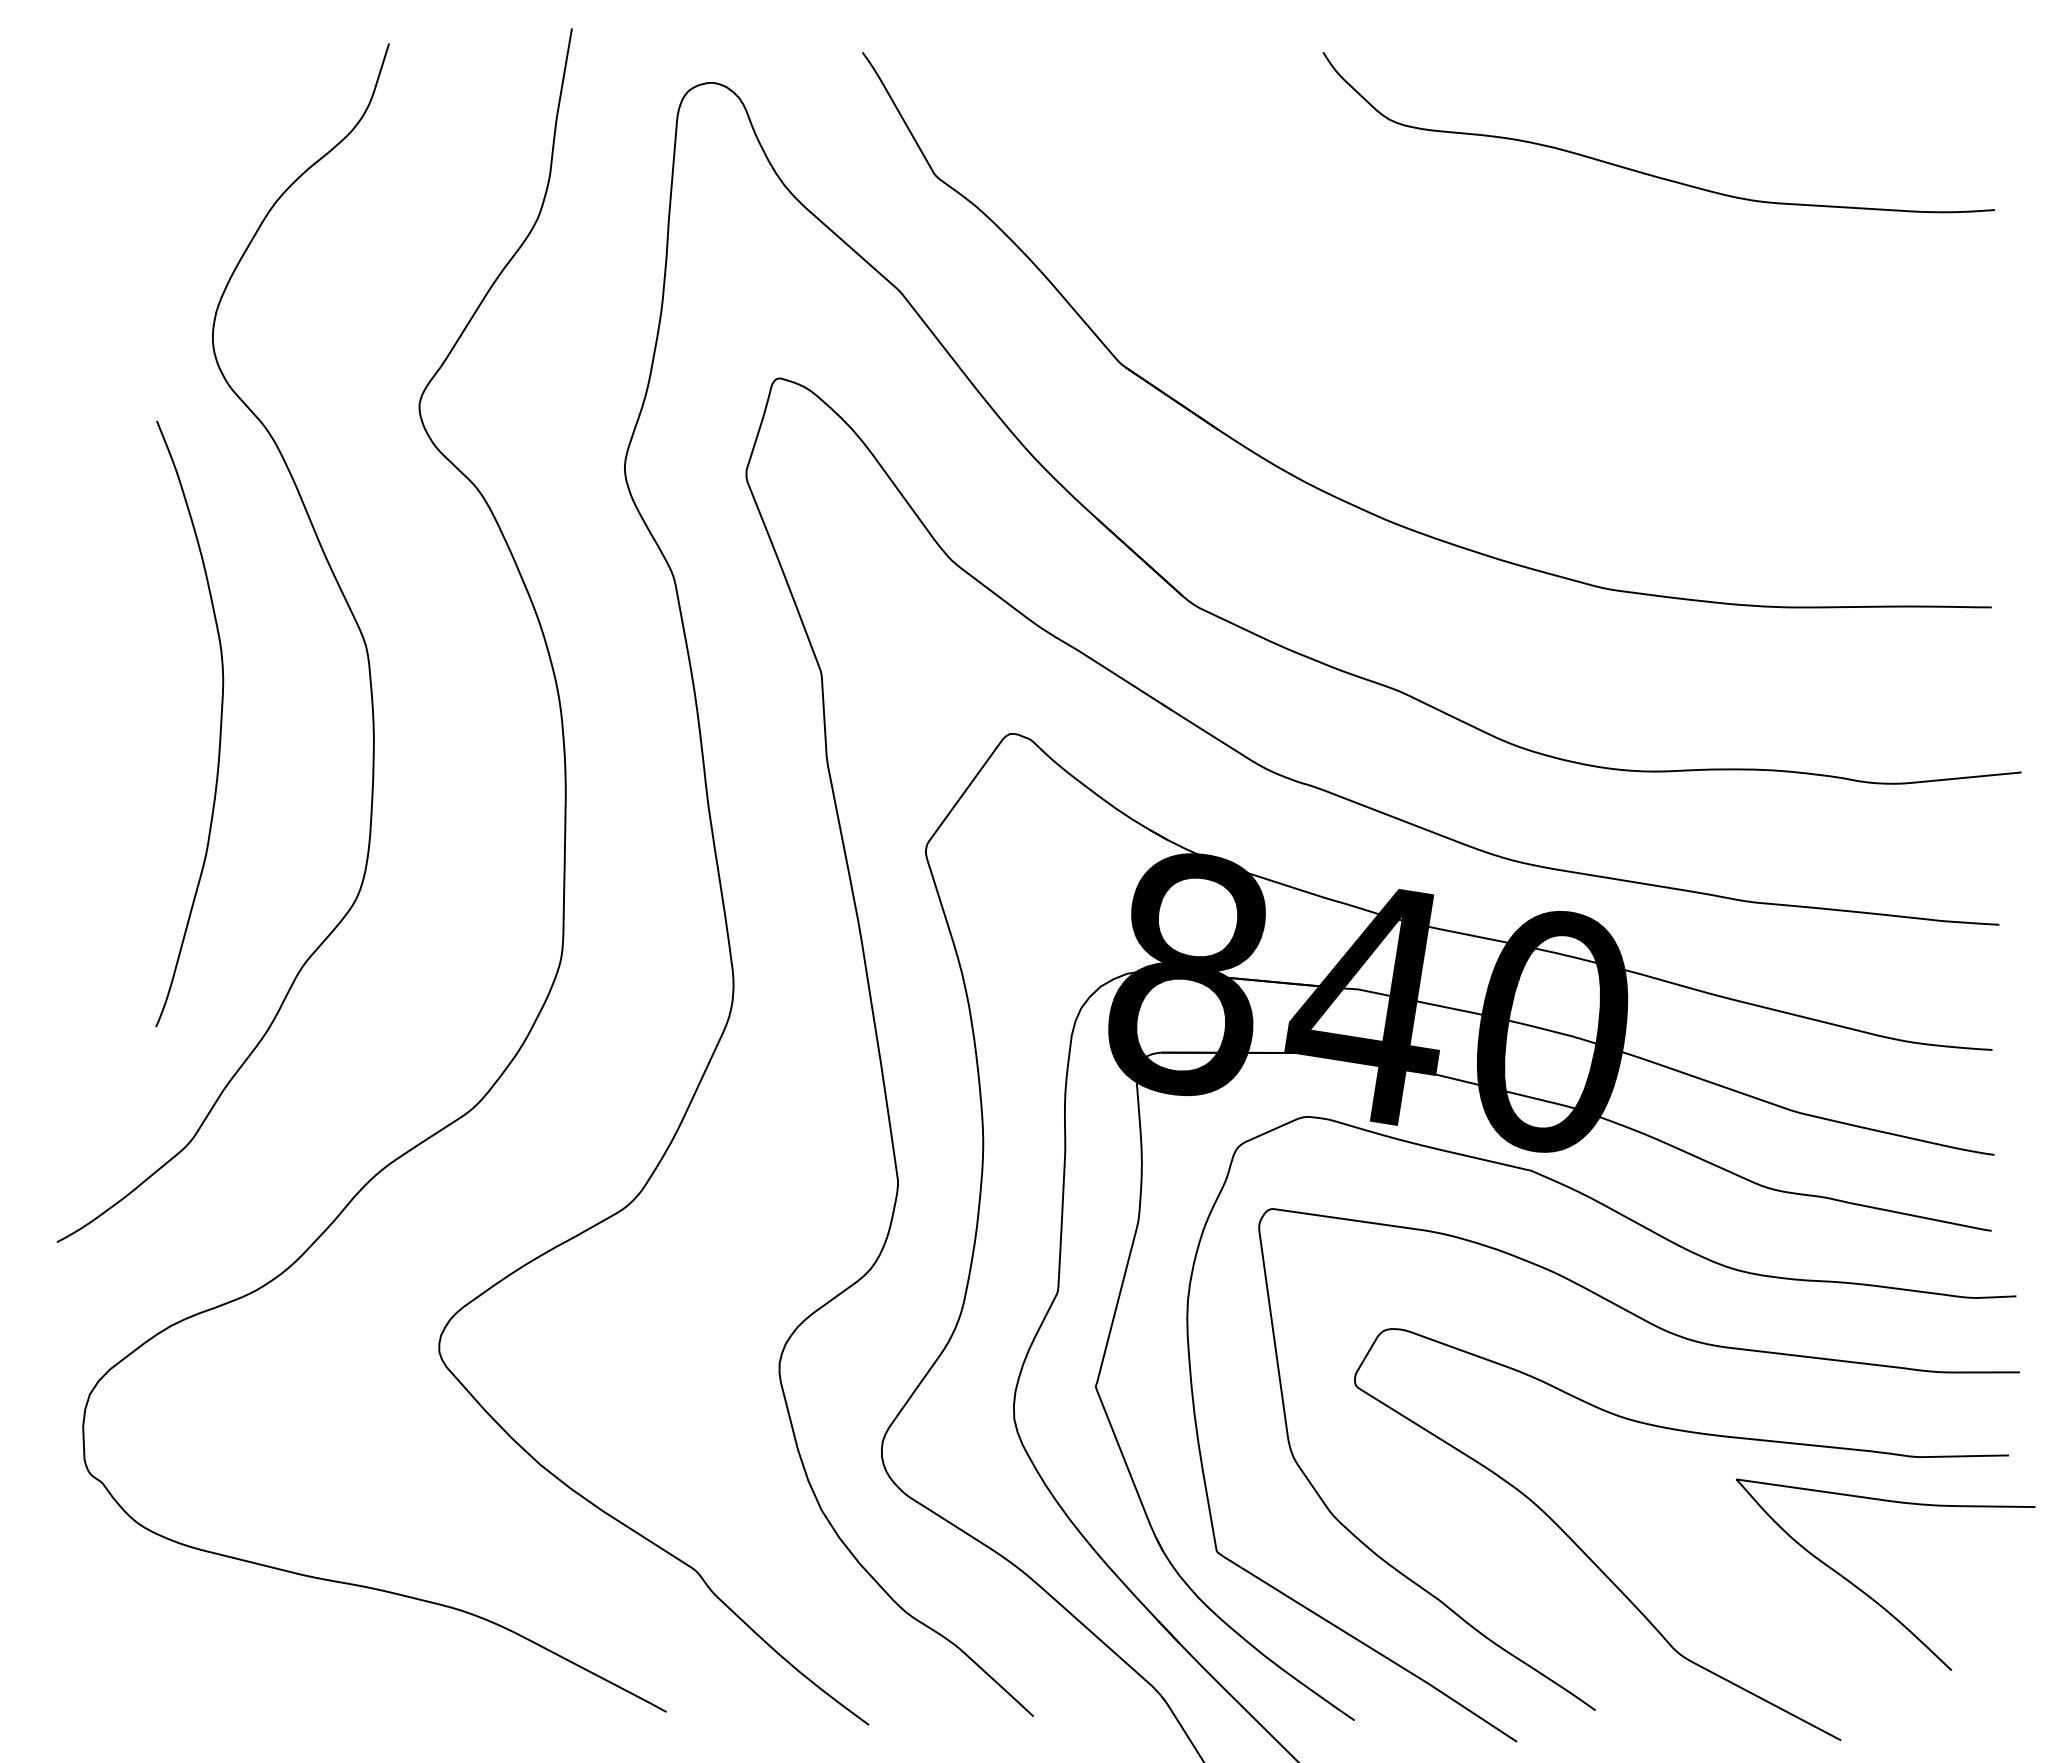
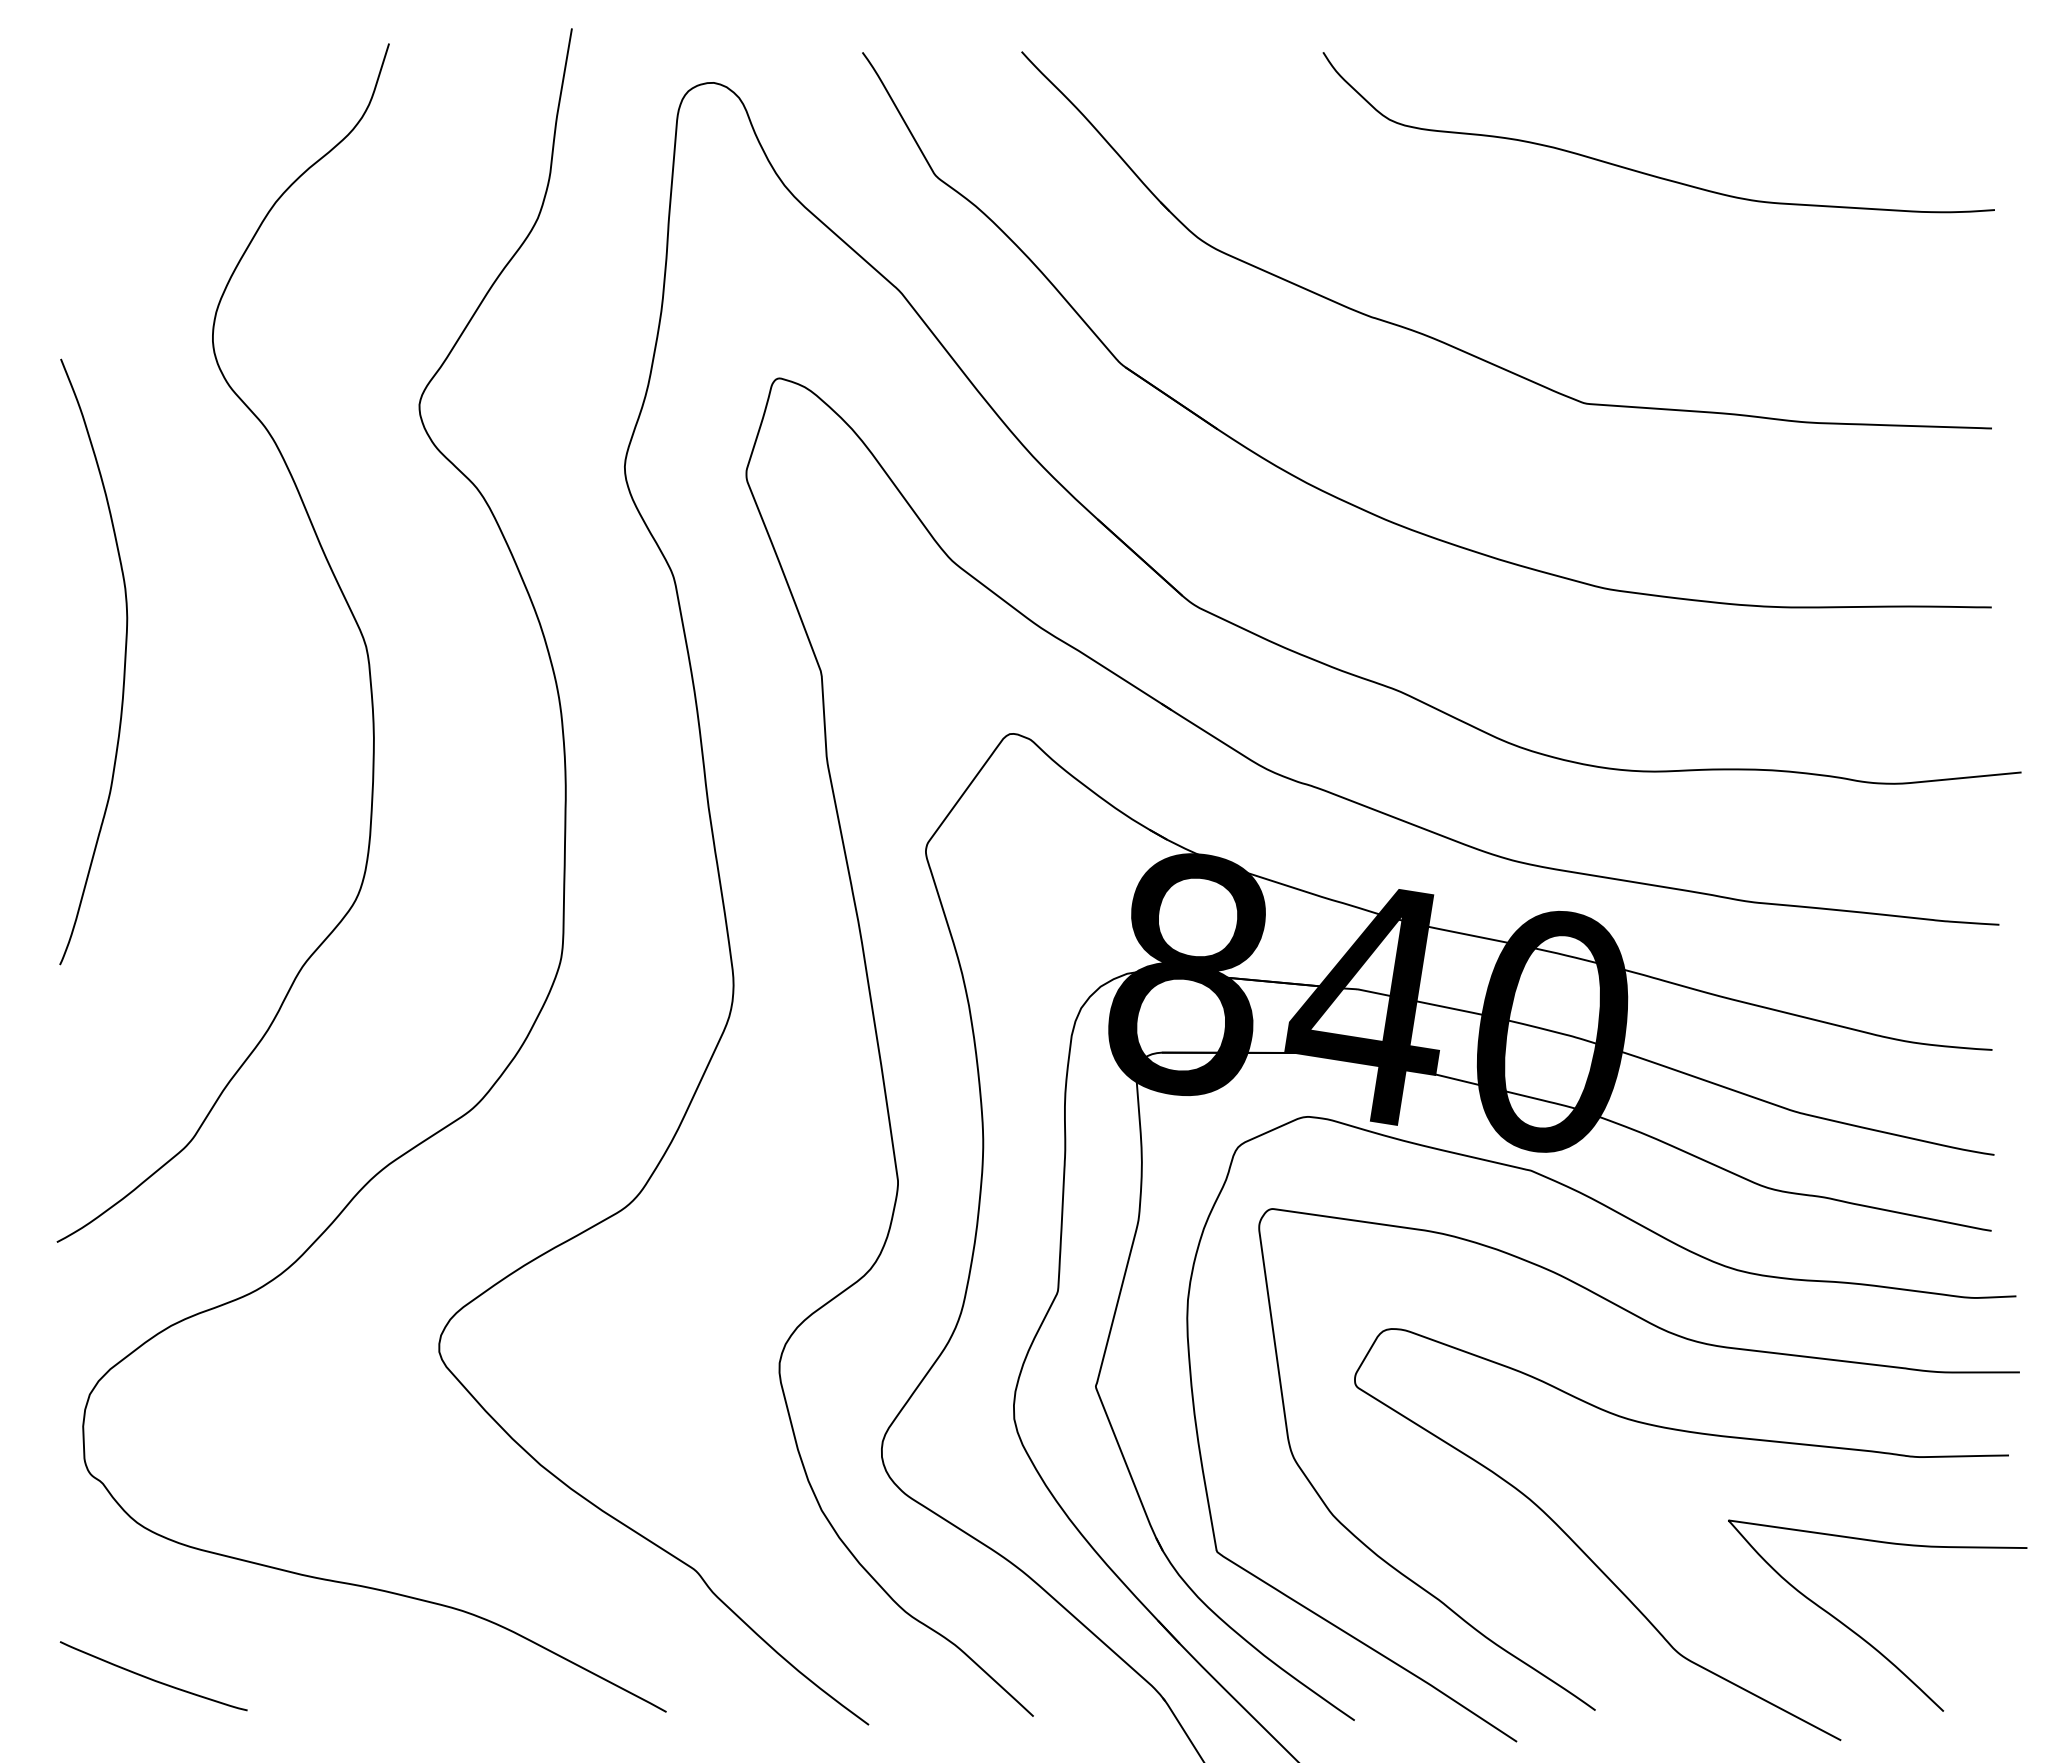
part at (1455, 346): none -> present
curve at (220, 723) position: (220, 723) -> (124, 661)
curve at (1868, 1594) position: (1868, 1594) -> (1860, 1635)
curve at (152, 1678): none -> present
